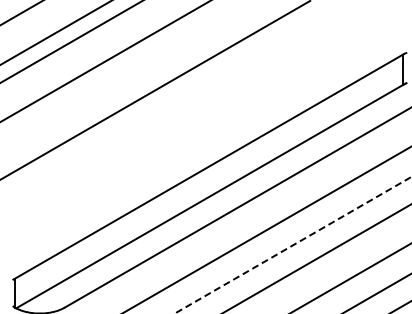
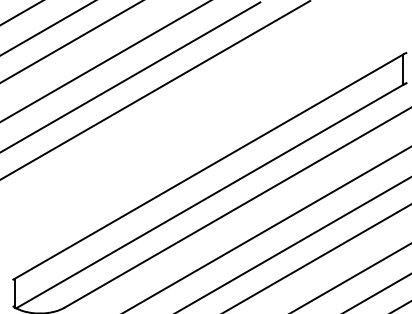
line at (55, 32) position: (55, 32) -> (47, 28)
line at (131, 76): none -> present
line at (293, 245): dashed -> solid
